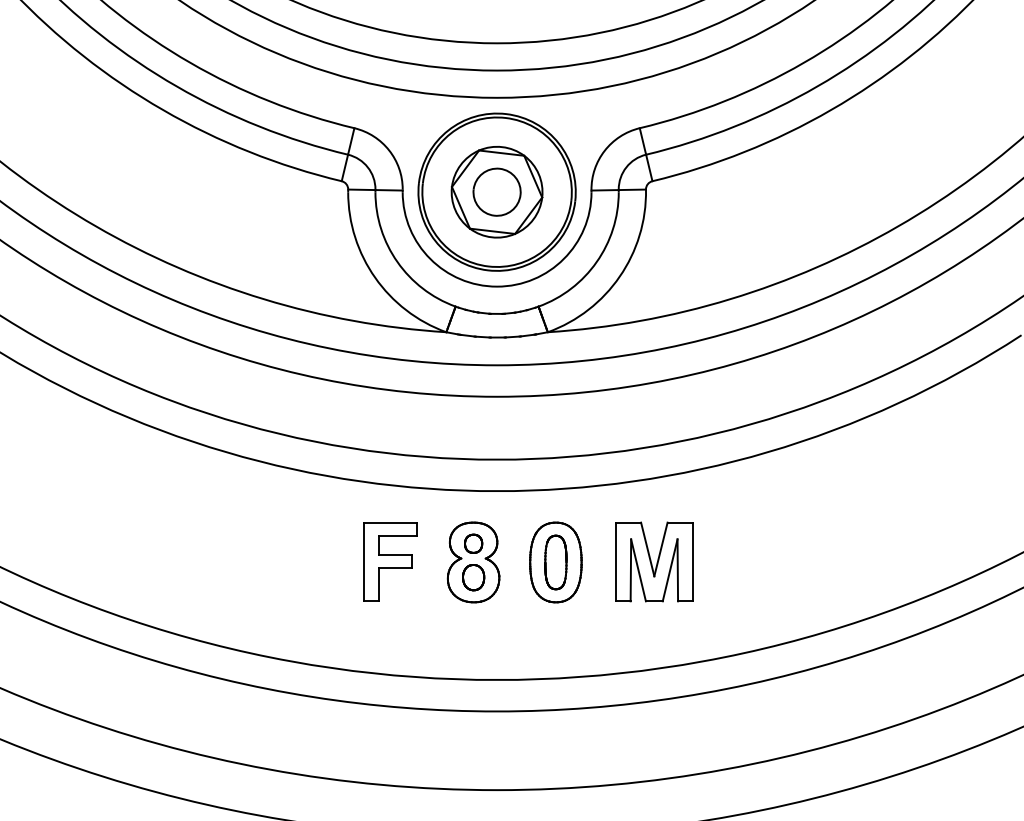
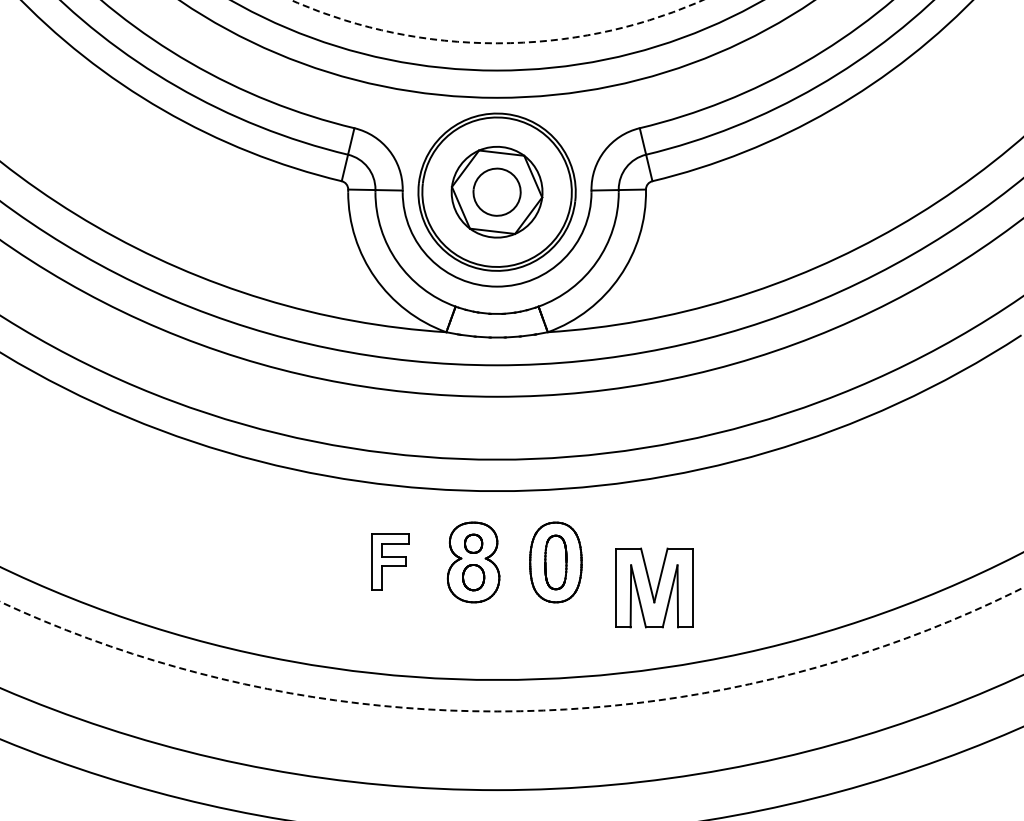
arc at (497, 43): solid -> dashed
part at (390, 561) size: 55x80 px -> 39x58 px
part at (654, 561) position: (654, 561) -> (654, 587)
arc at (513, 711): solid -> dashed
